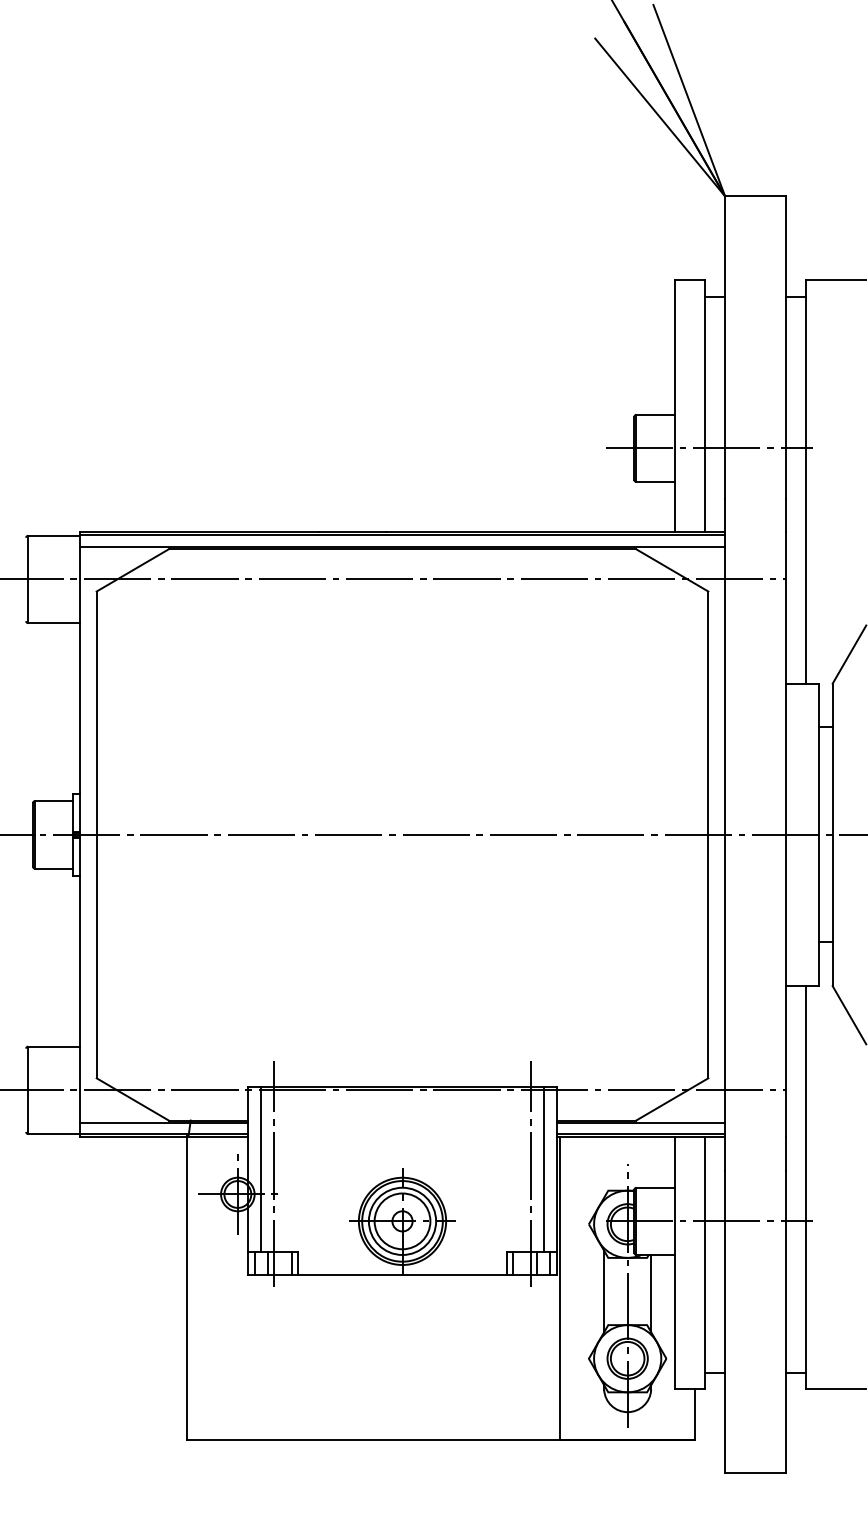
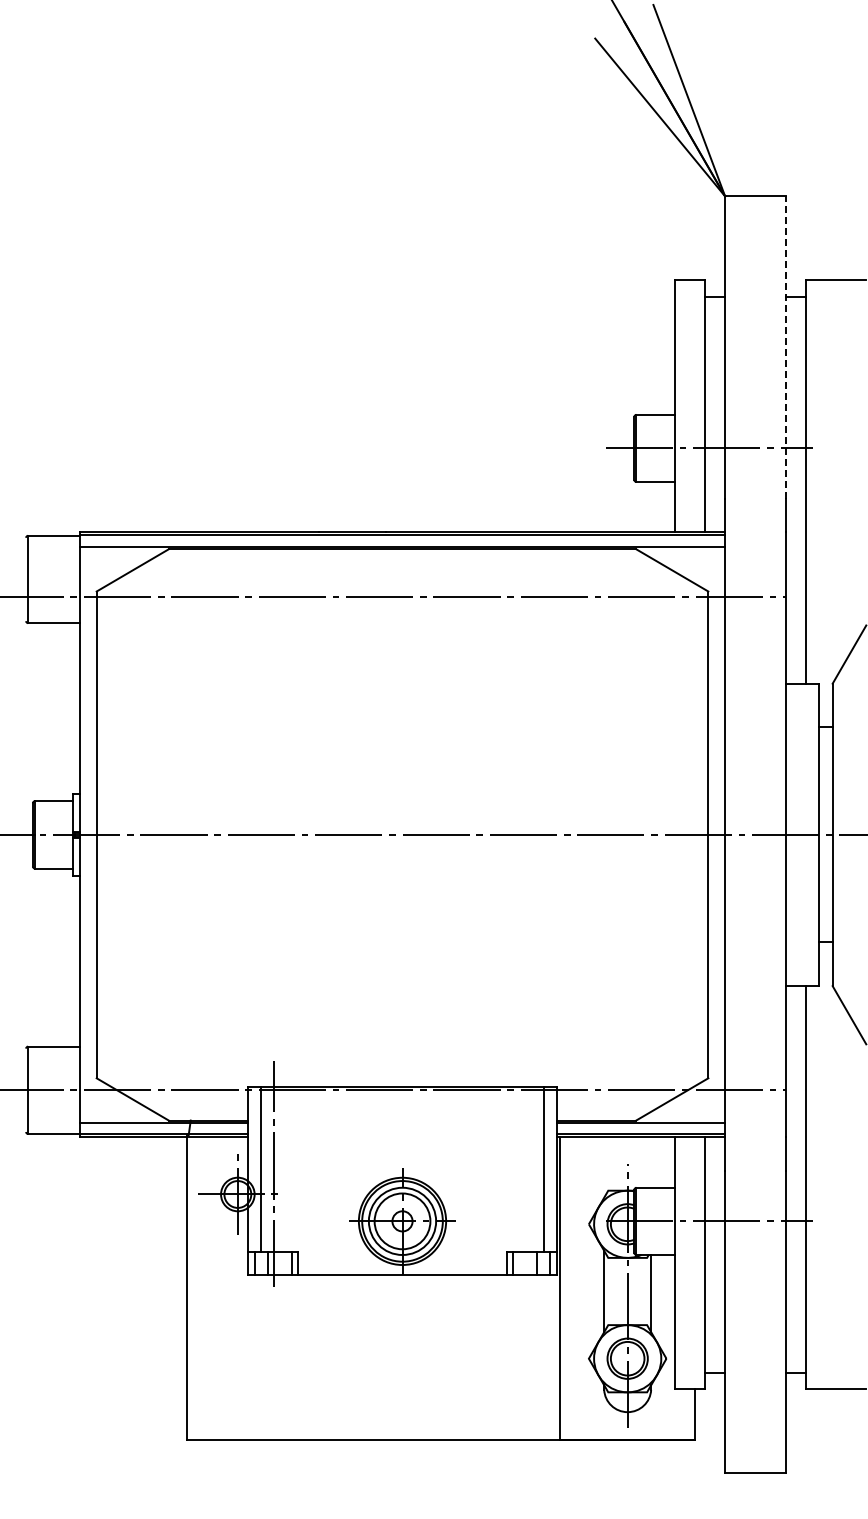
line at (785, 347): solid -> dashed
line at (393, 579) position: (393, 579) -> (393, 597)
line at (531, 1173): present -> none
